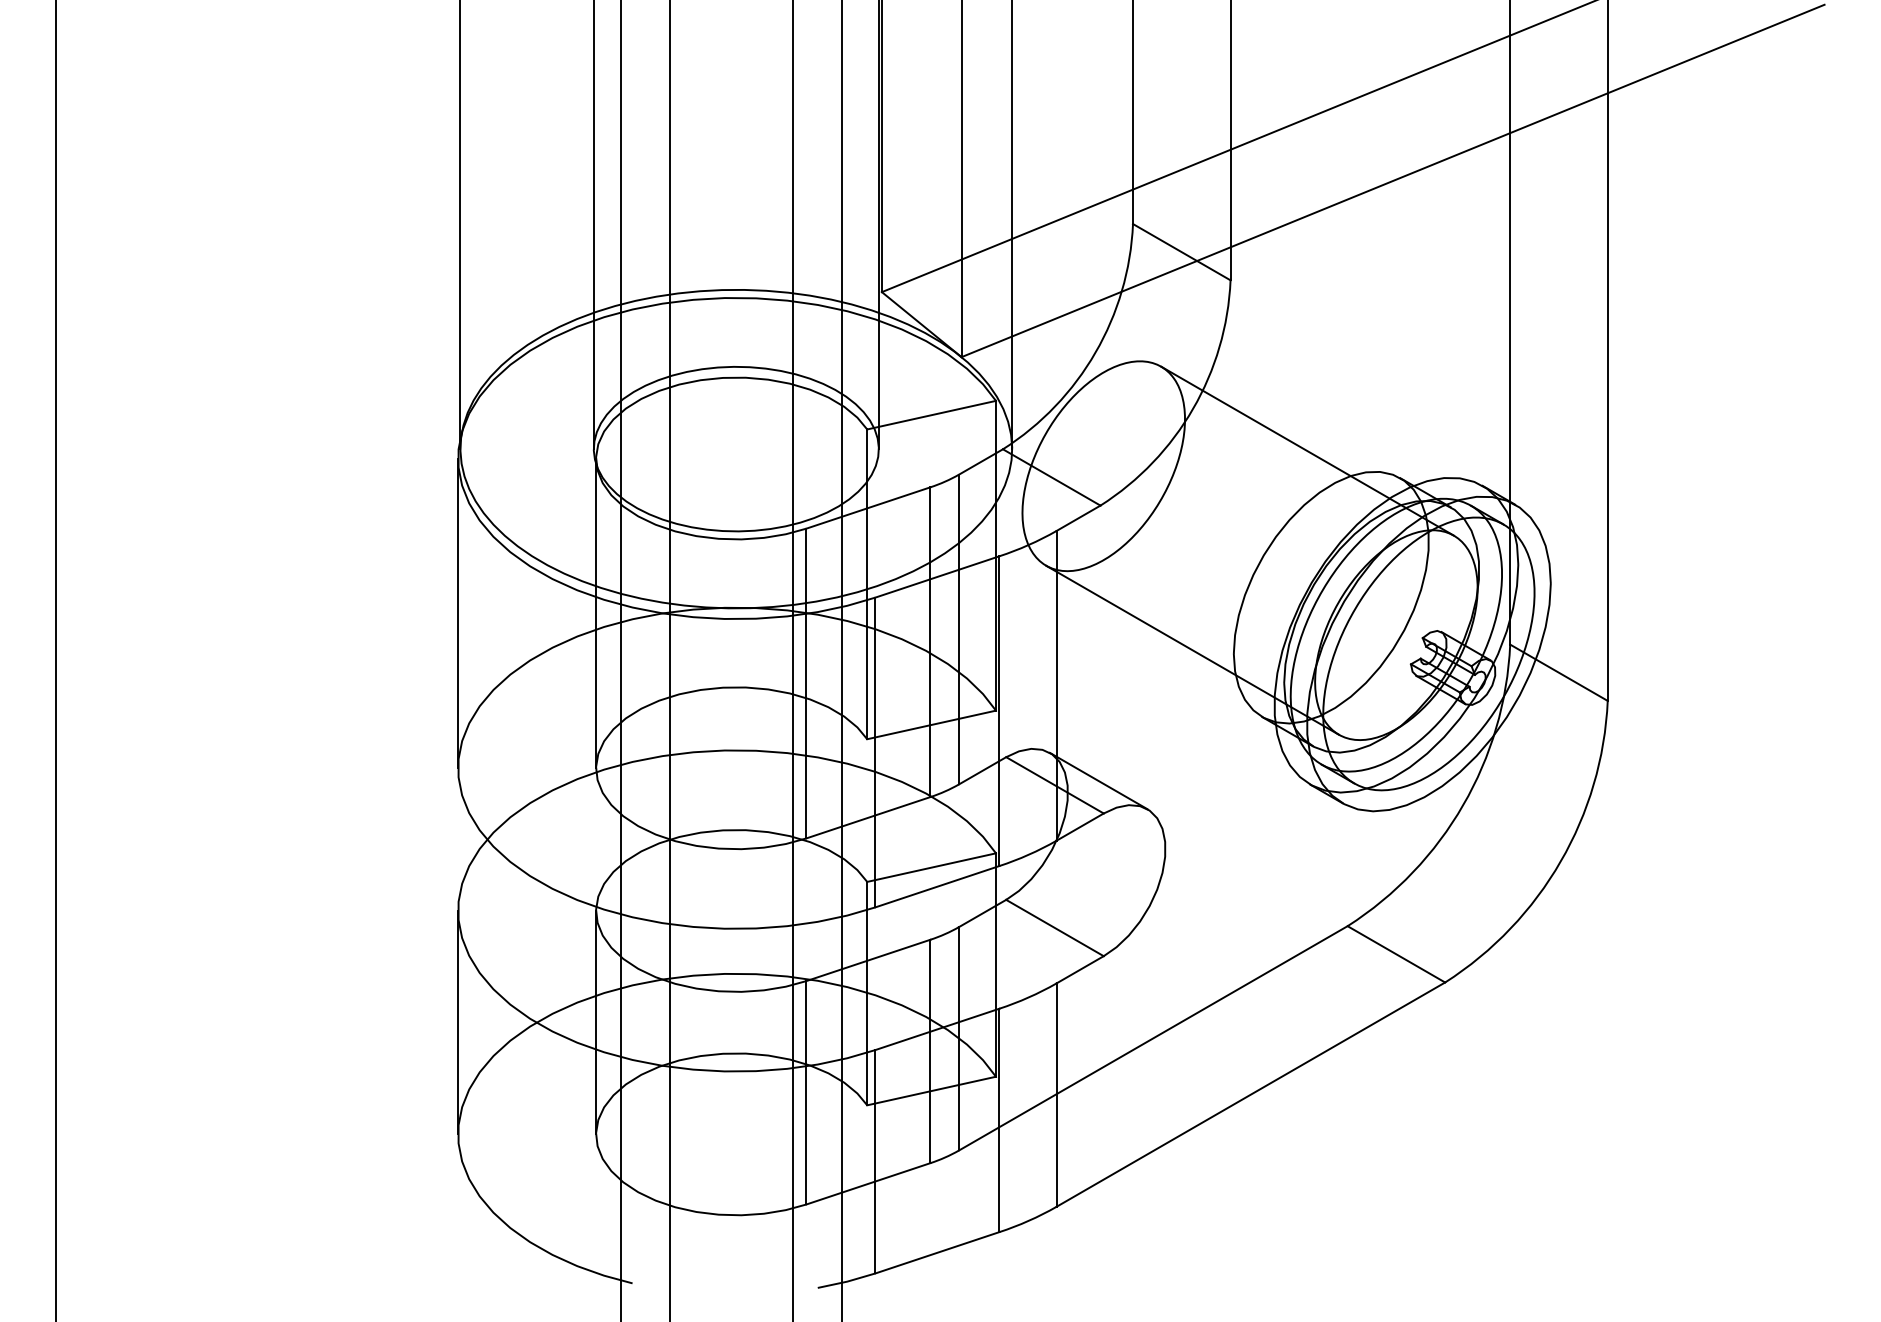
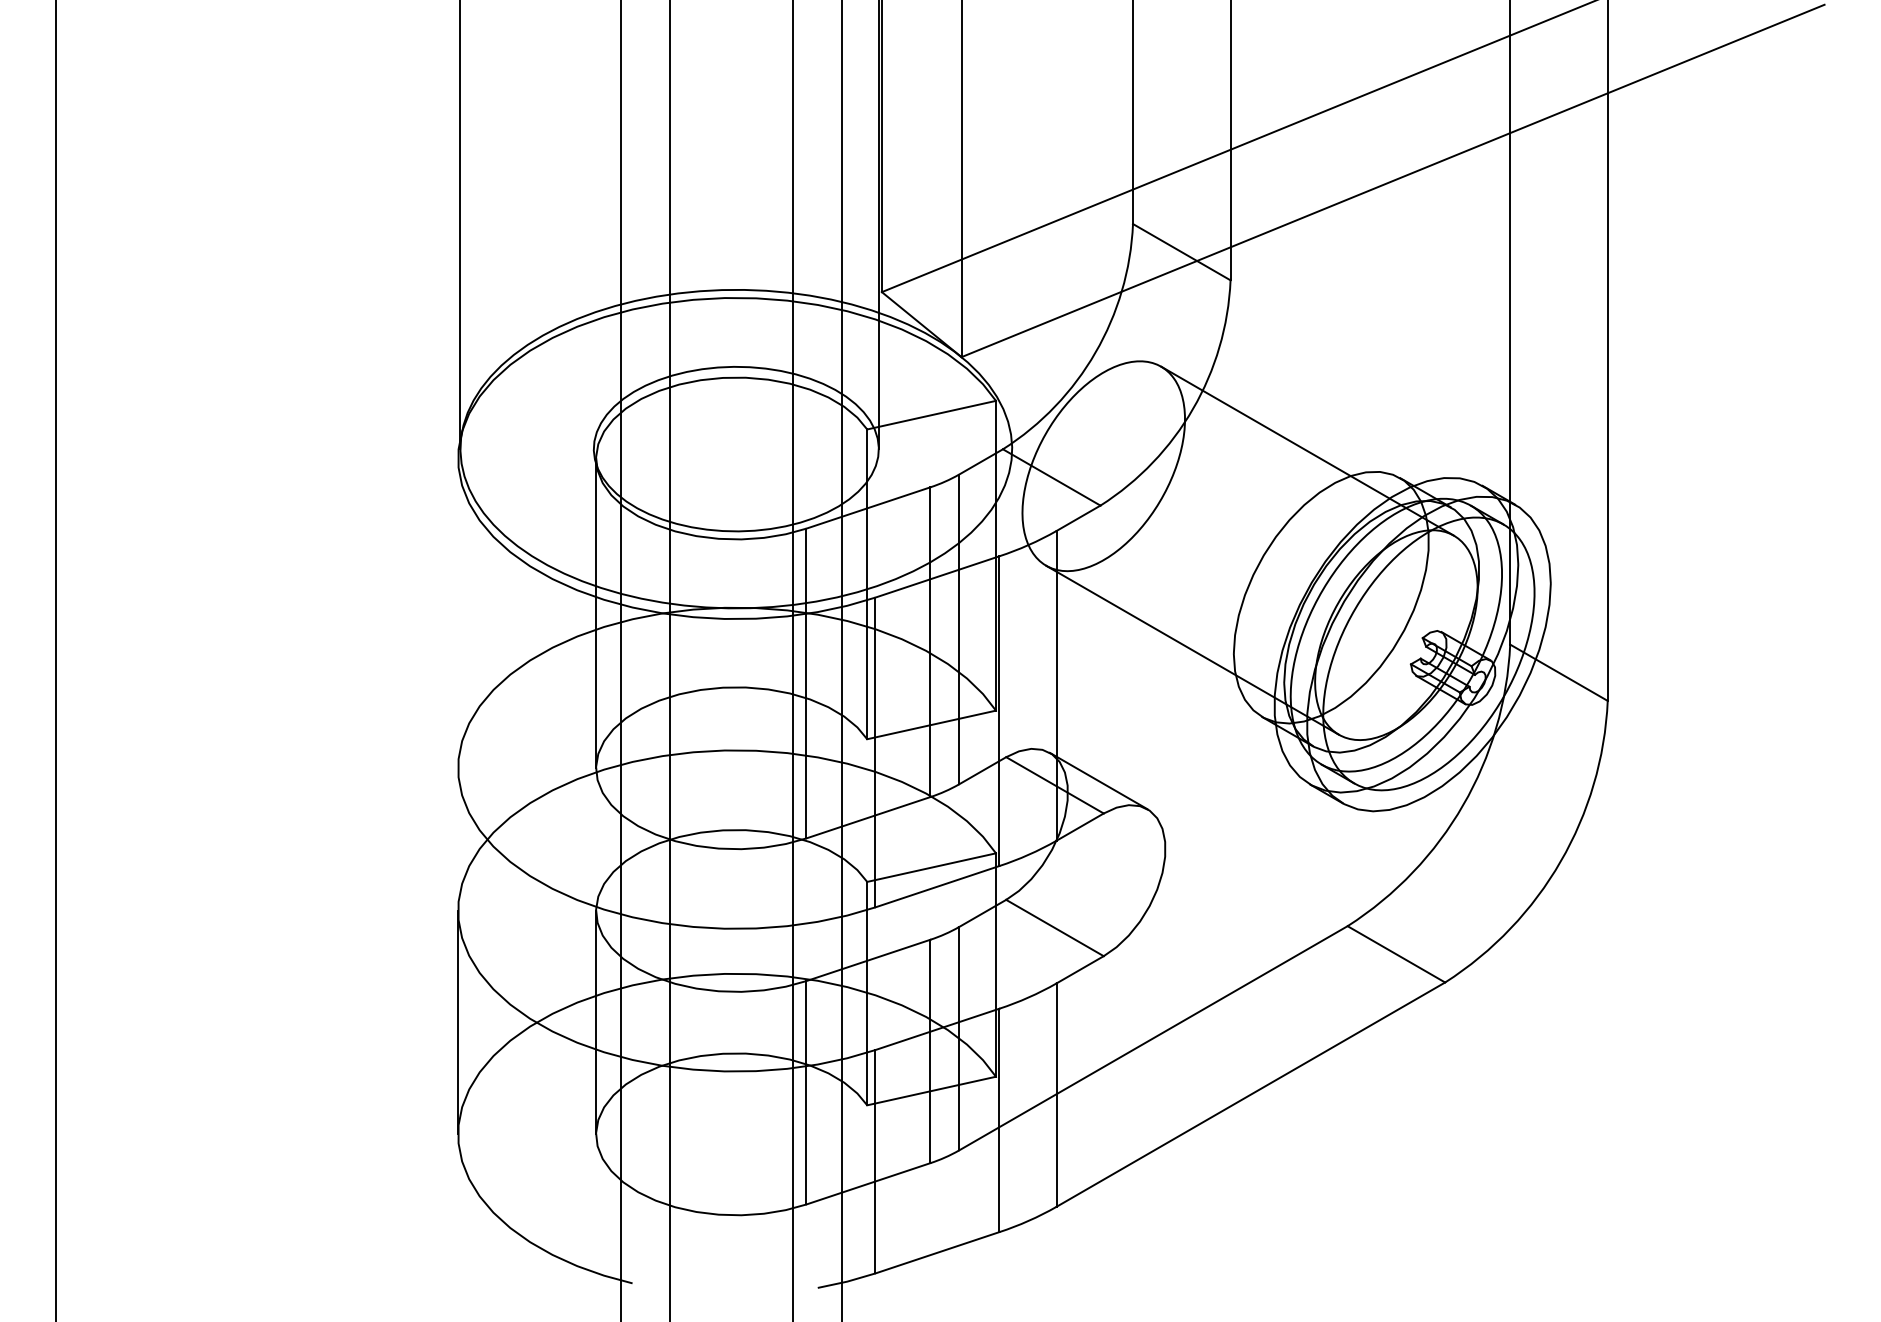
line at (593, 225): present -> none
line at (1012, 225): present -> none
line at (458, 613): present -> none
